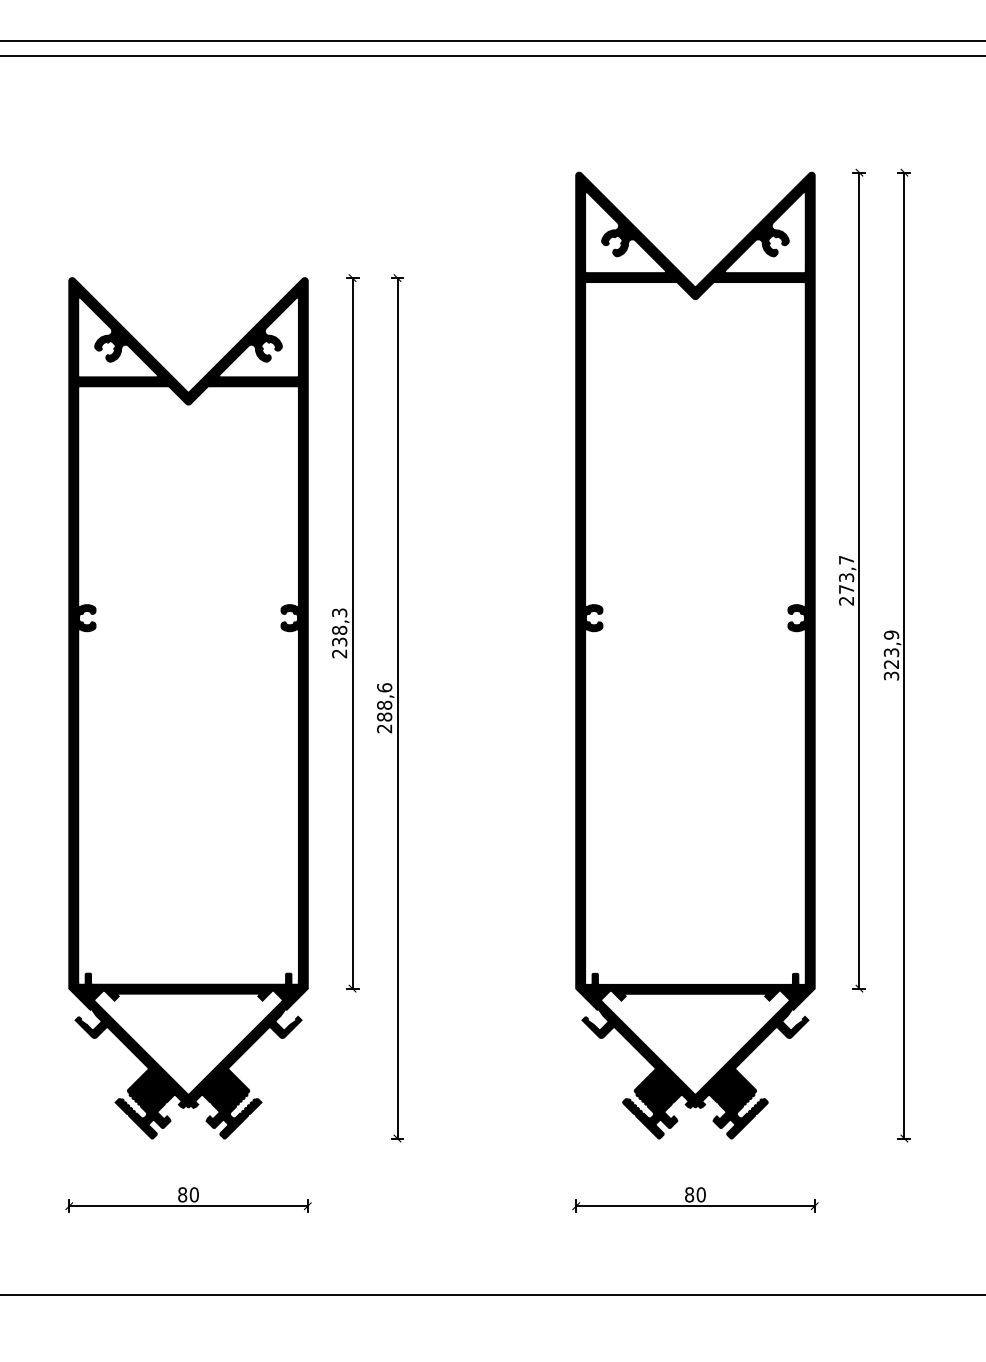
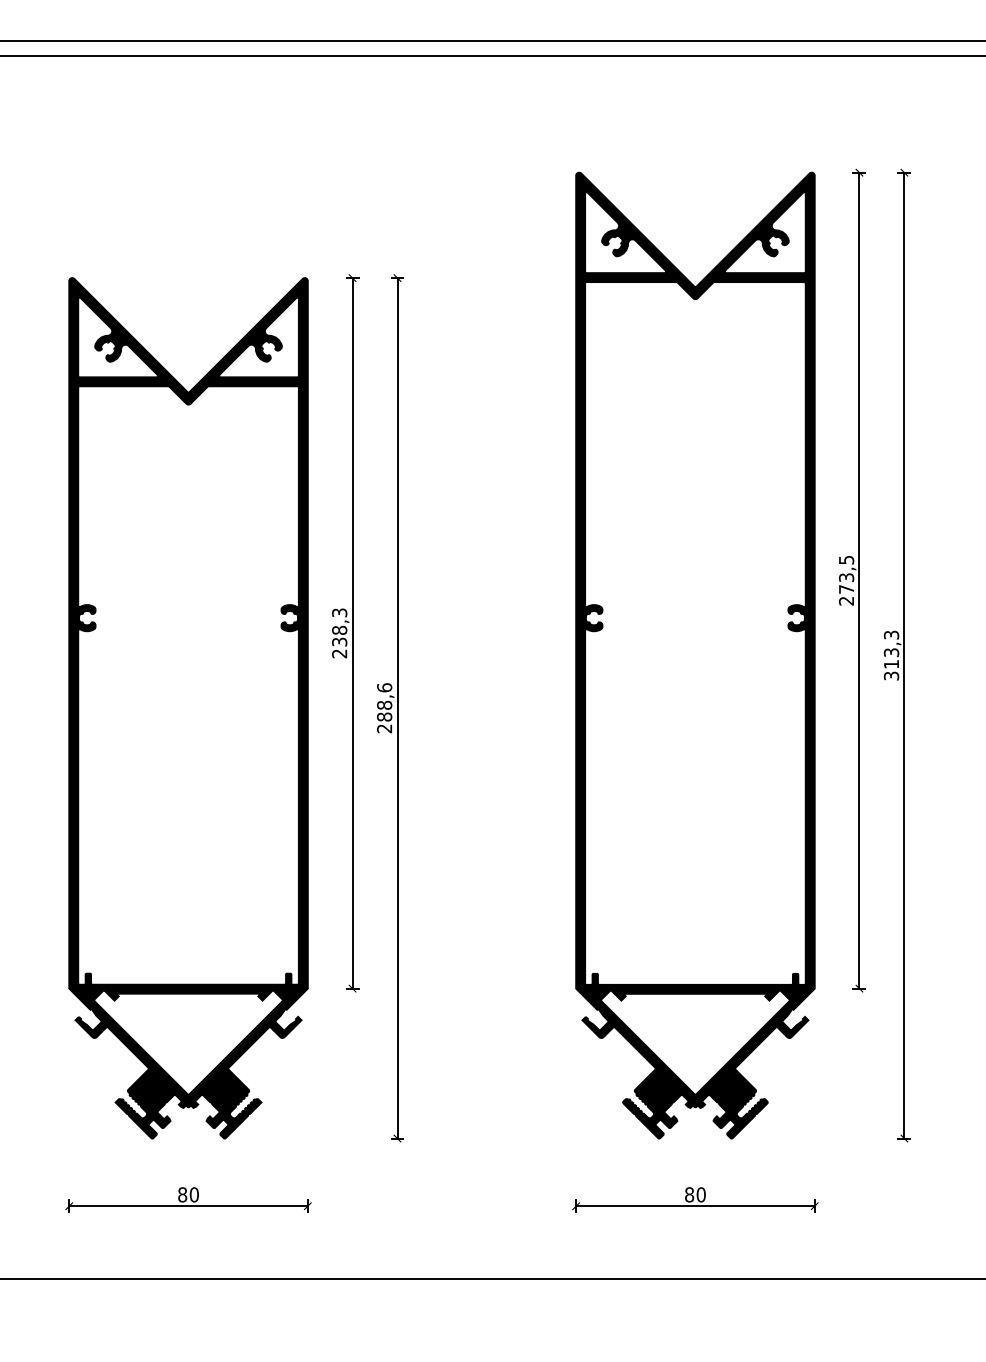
text at (846, 559): 273,7 -> 273,5
text at (890, 649): 323,9 -> 313,3
line at (492, 1294) position: (492, 1294) -> (492, 1278)
